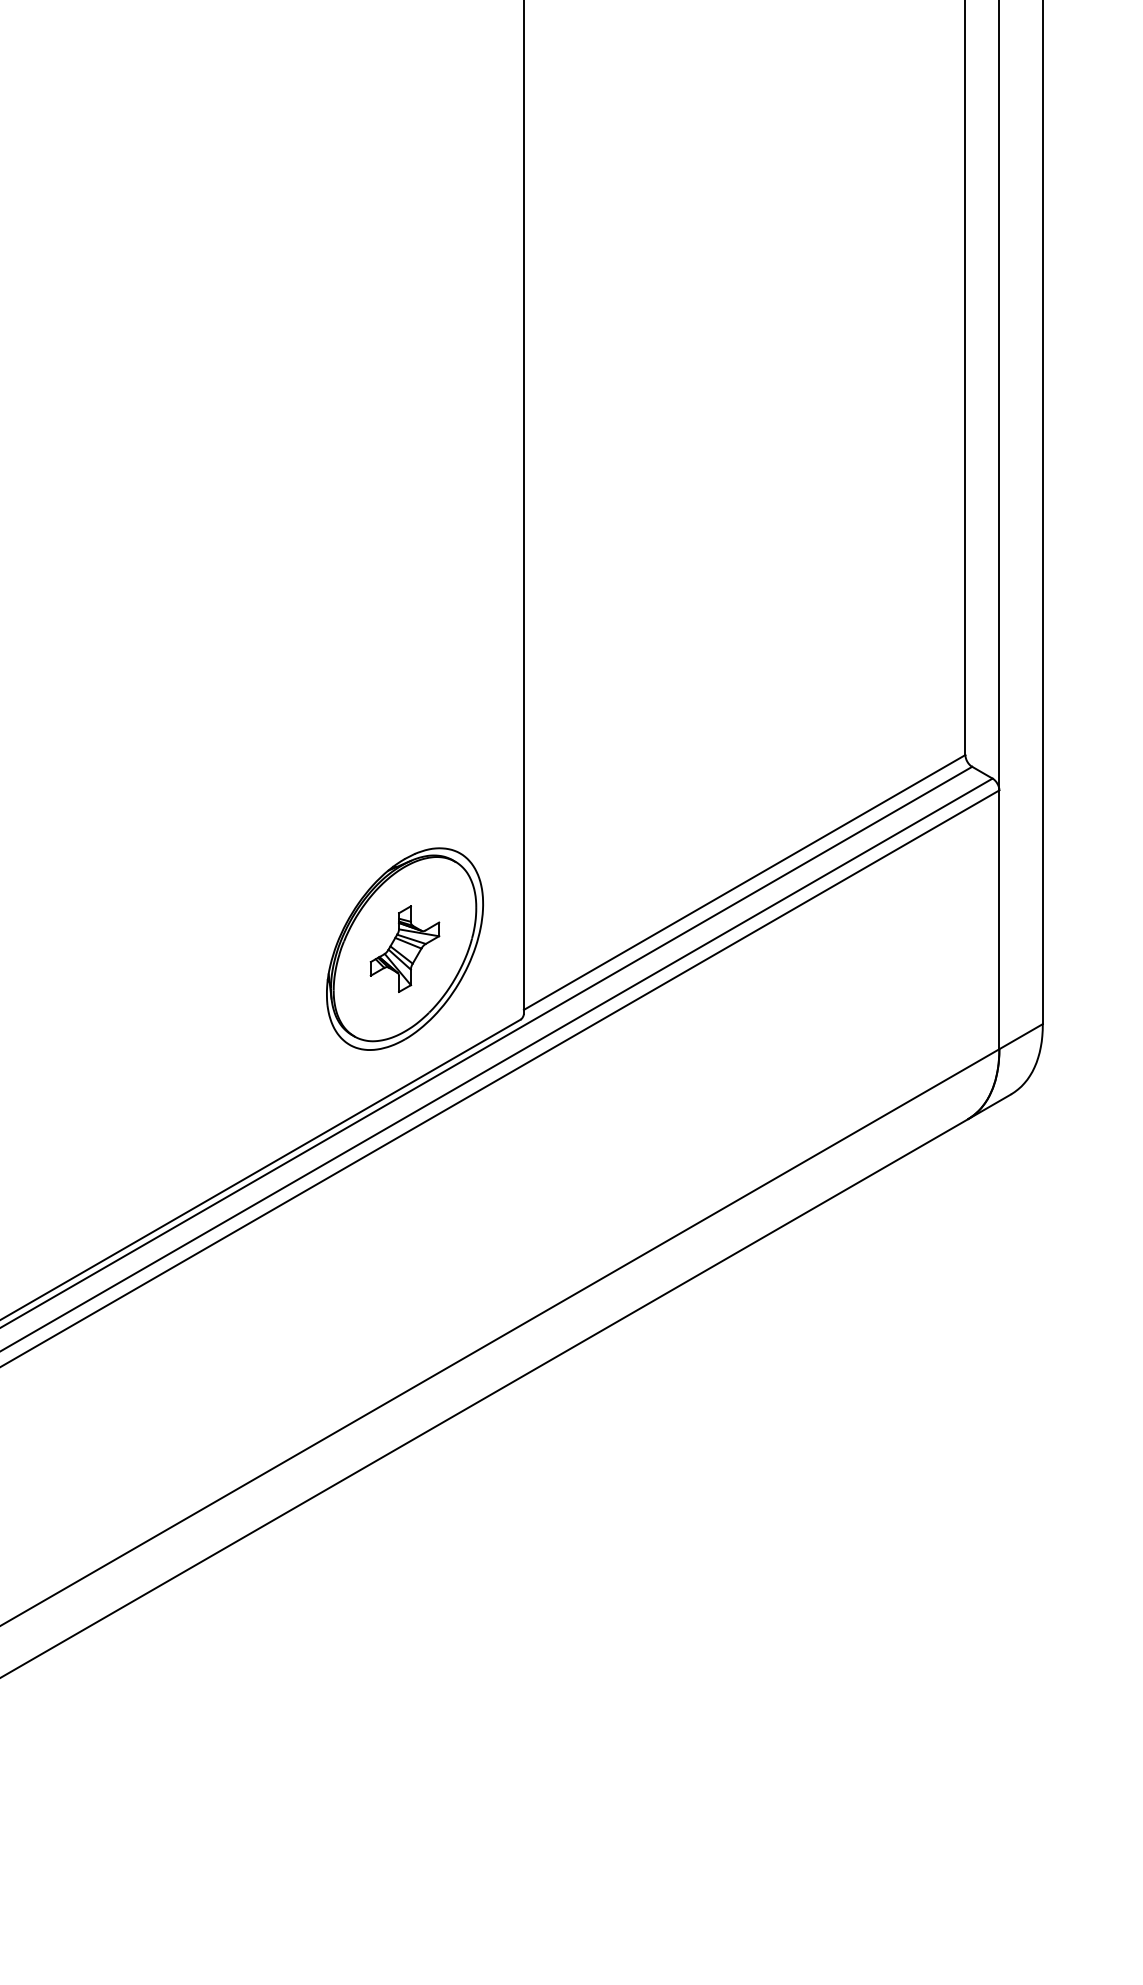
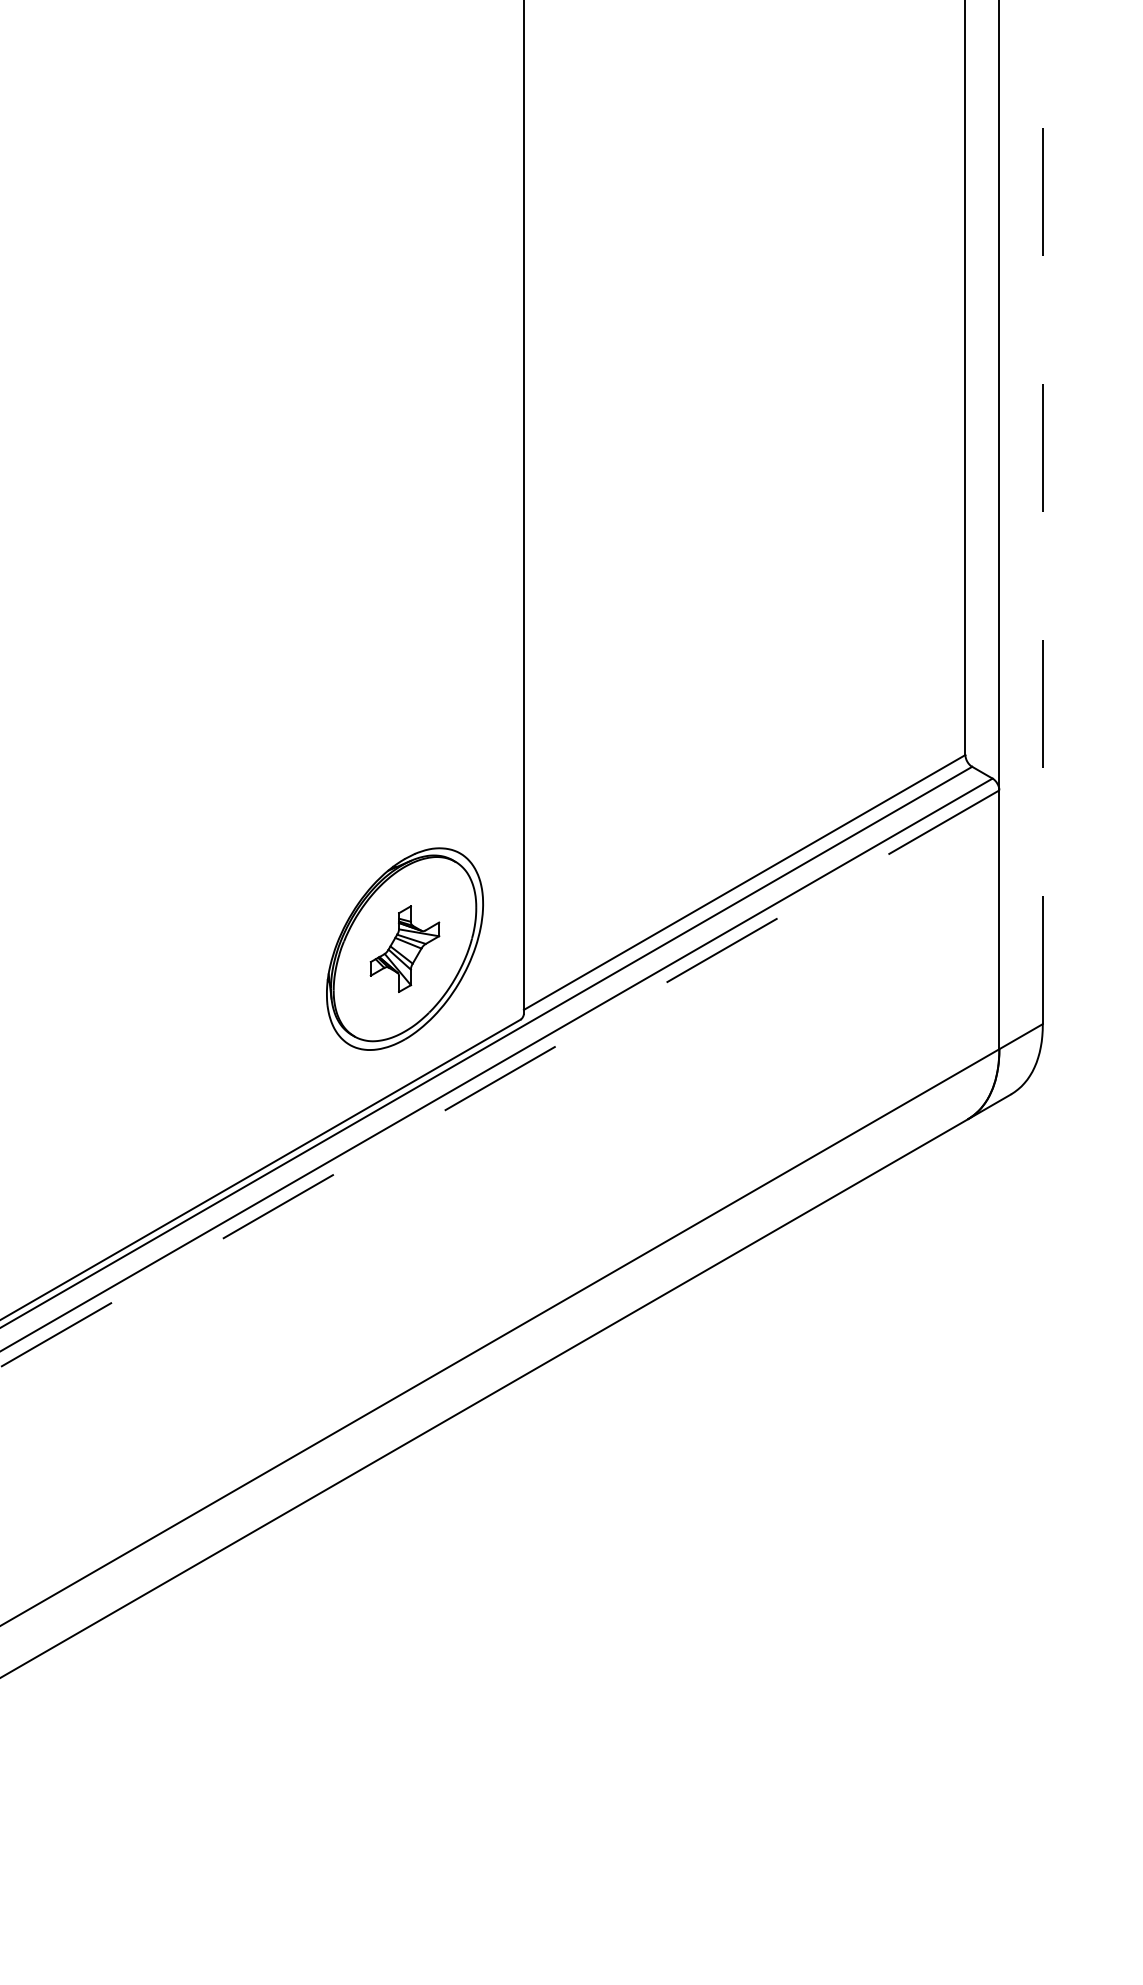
line at (1042, 512): solid -> dashed
line at (499, 1078): solid -> dashed
